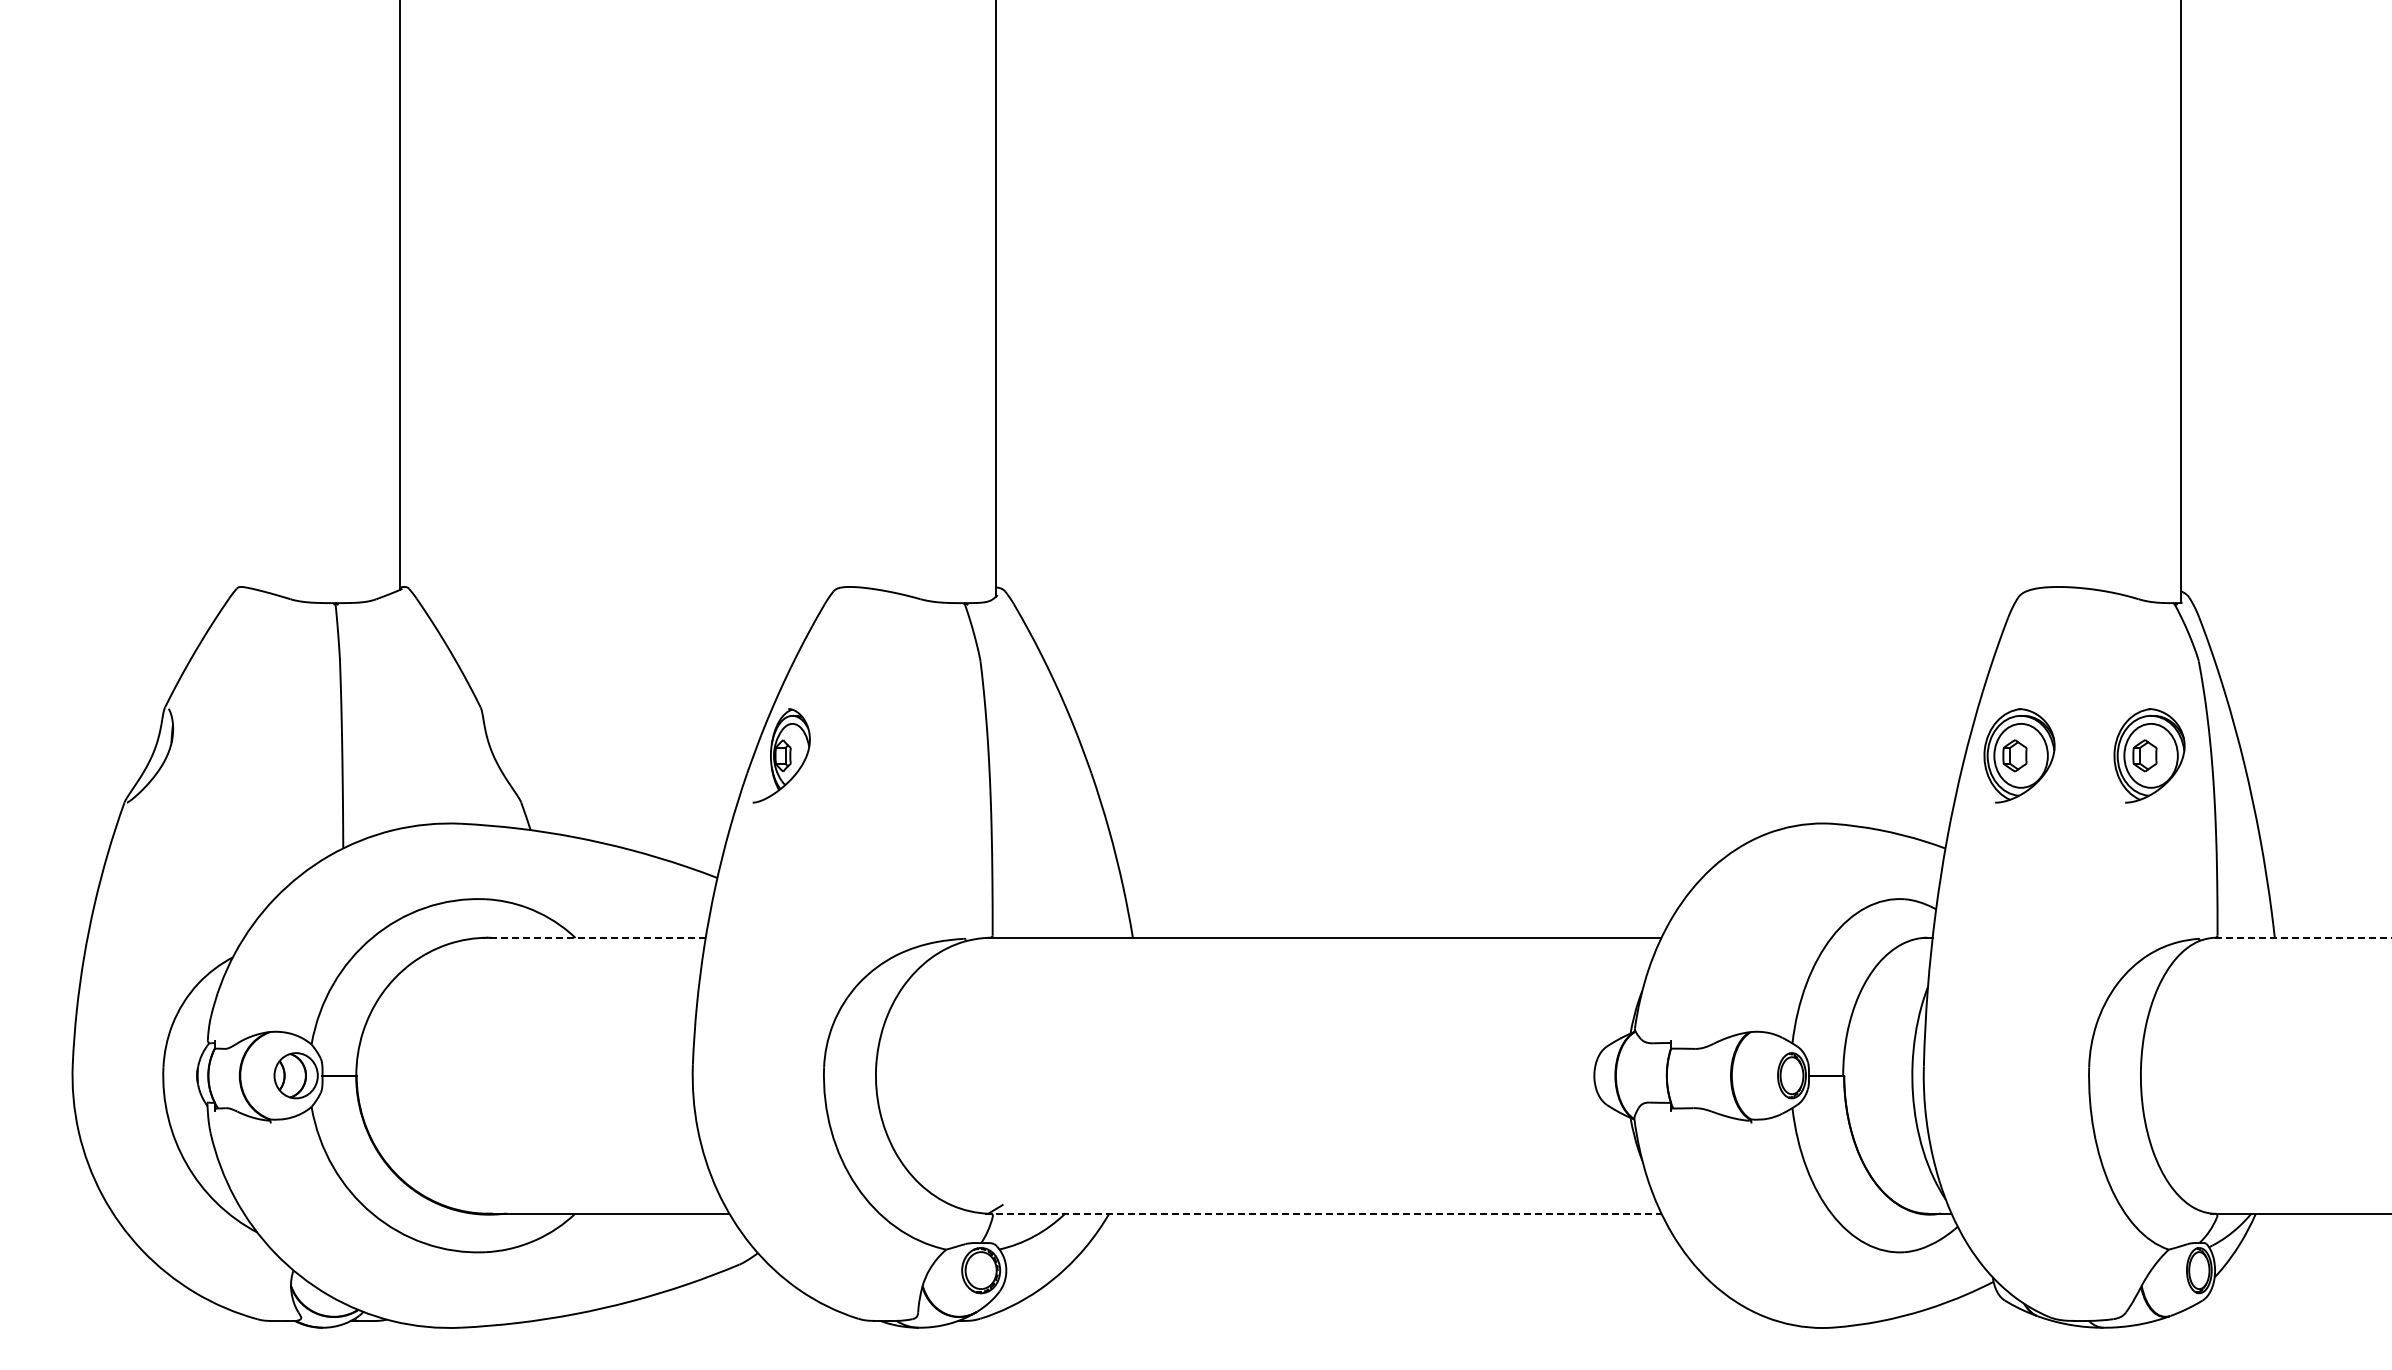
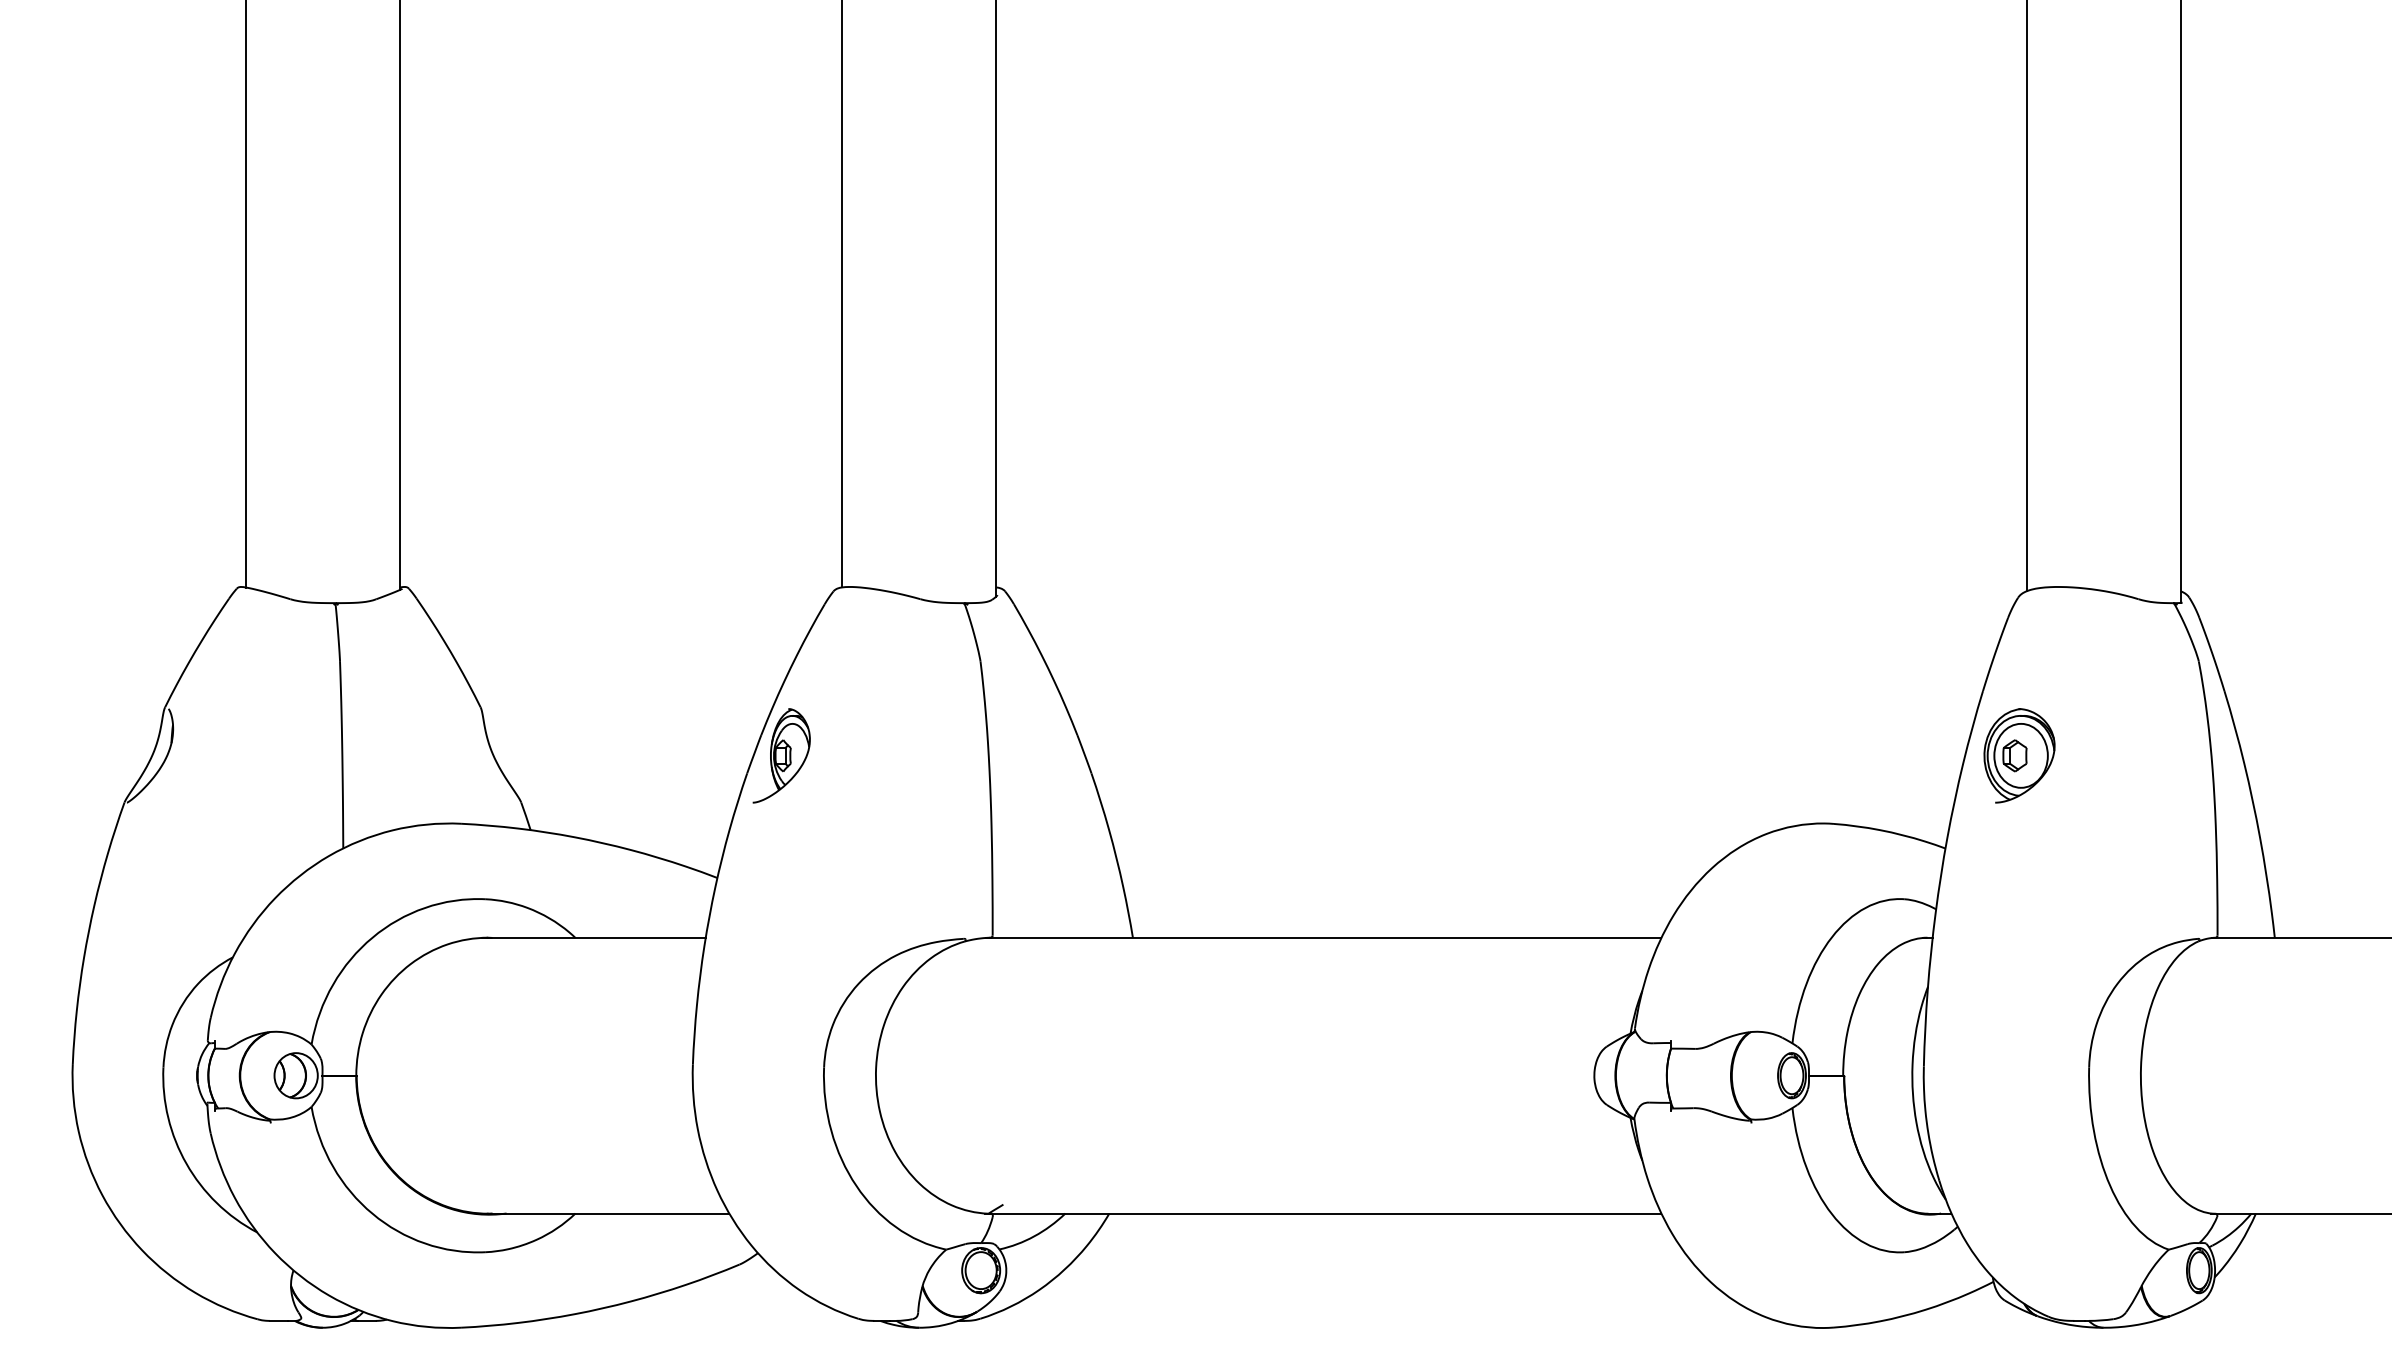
line at (245, 294): none -> present
line at (842, 294): none -> present
line at (2026, 296): none -> present
part at (2149, 755): present -> none
line at (594, 937): dashed -> solid
line at (2301, 937): dashed -> solid
line at (1323, 1213): dashed -> solid
